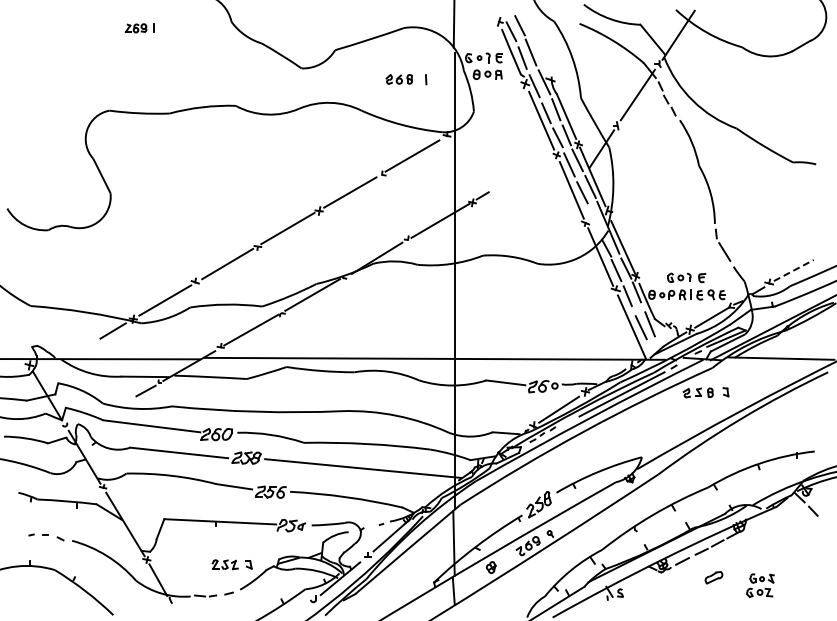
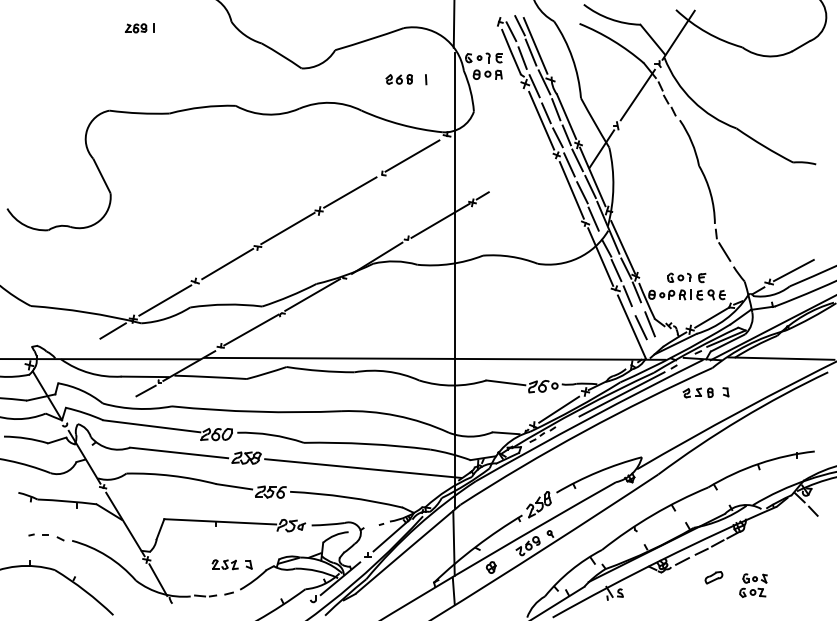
line at (535, 45): none -> present
line at (593, 218): none -> present
line at (793, 270): dashed -> solid
part at (760, 585) position: (760, 585) -> (753, 585)
